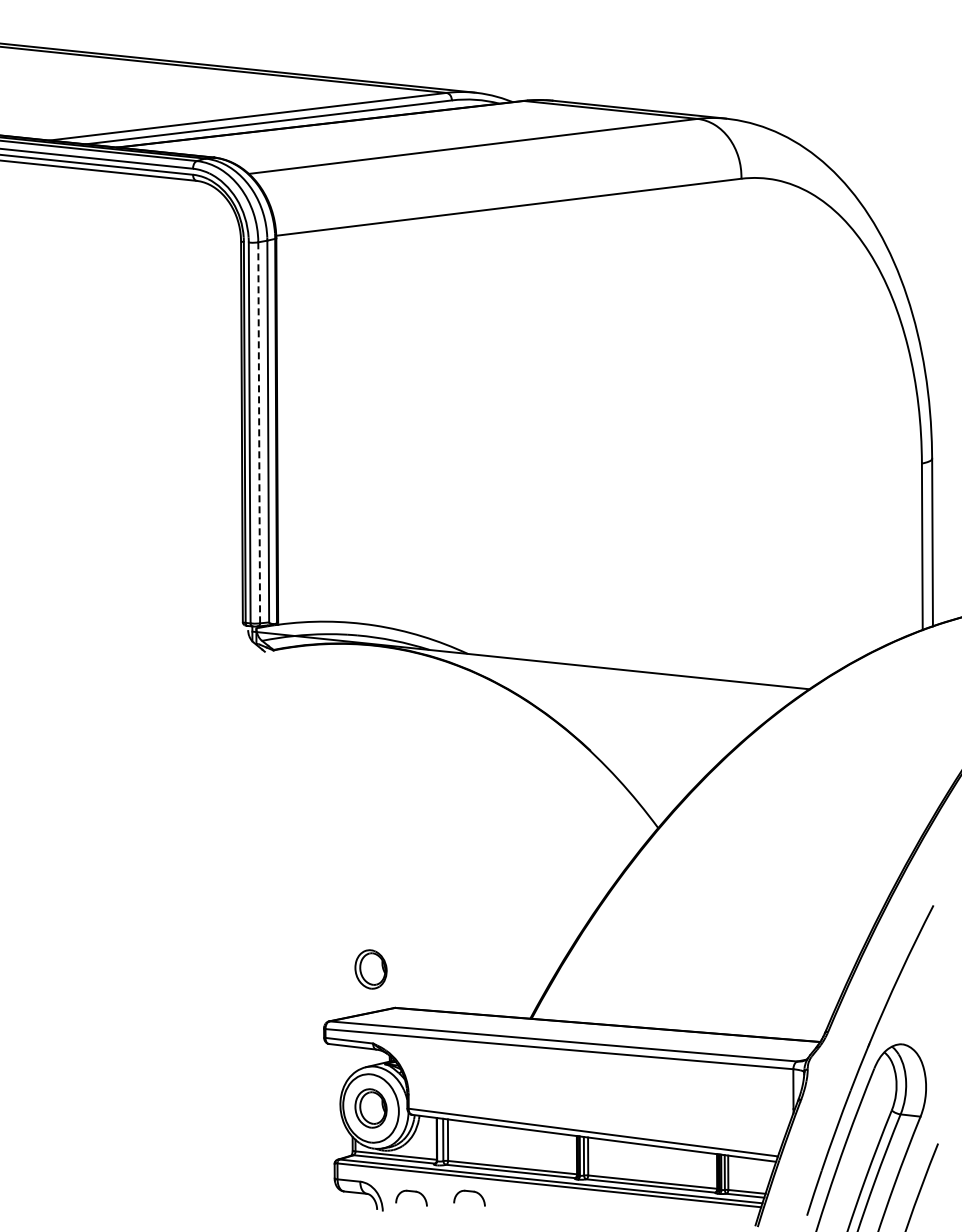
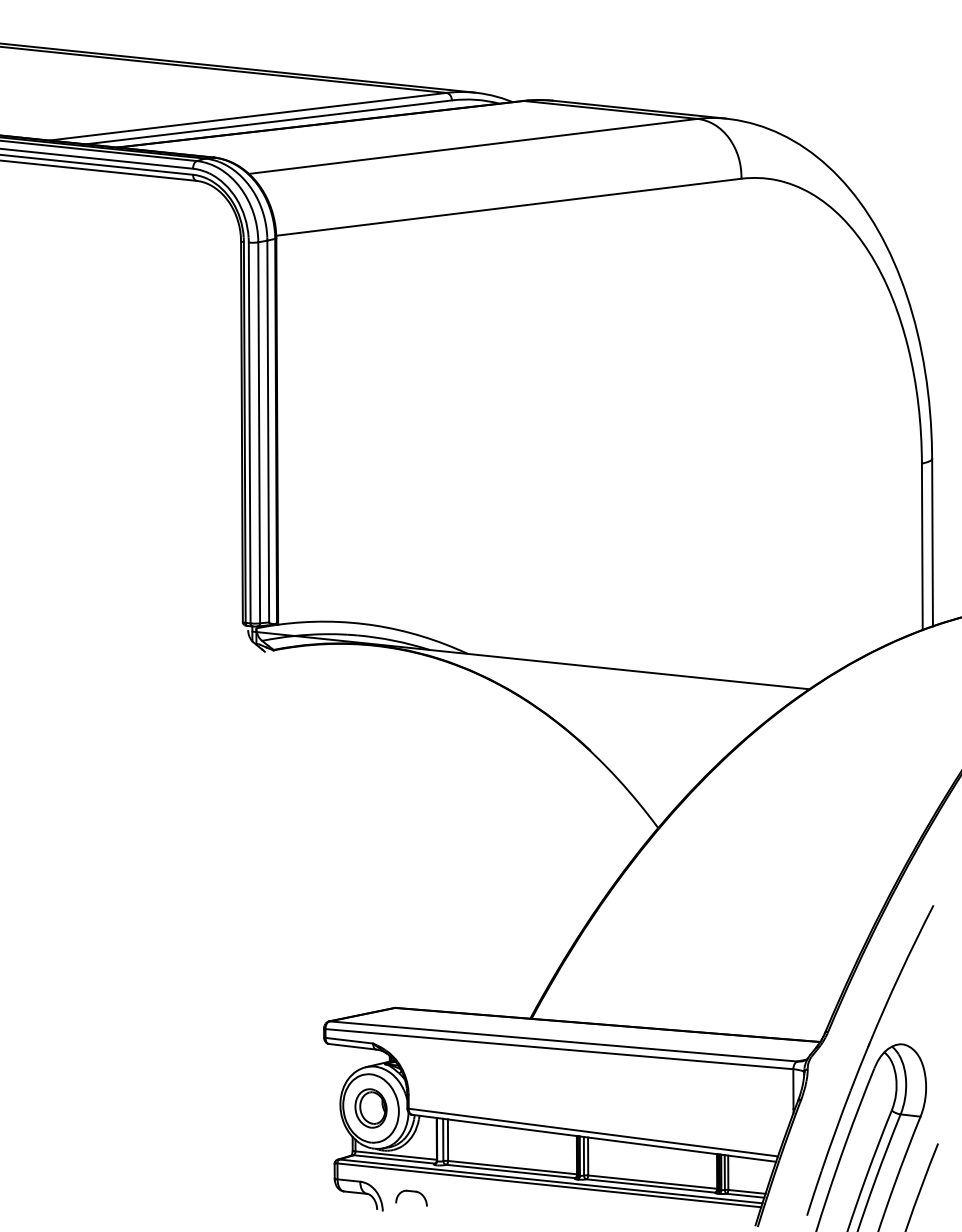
line at (259, 432): dashed -> solid
part at (370, 969): present -> none
part at (469, 1197): present -> none
